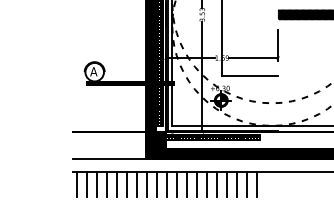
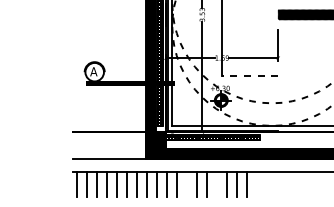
line at (249, 76): solid -> dashed
line at (186, 184): present -> none
line at (216, 184): present -> none
line at (256, 184): present -> none
